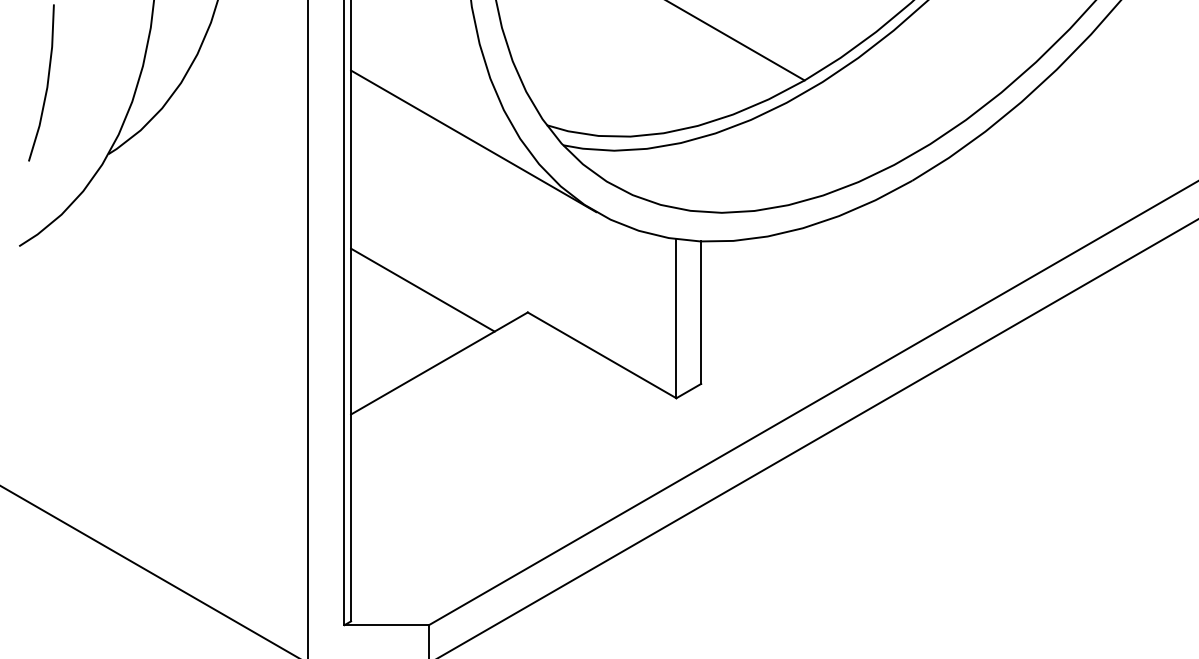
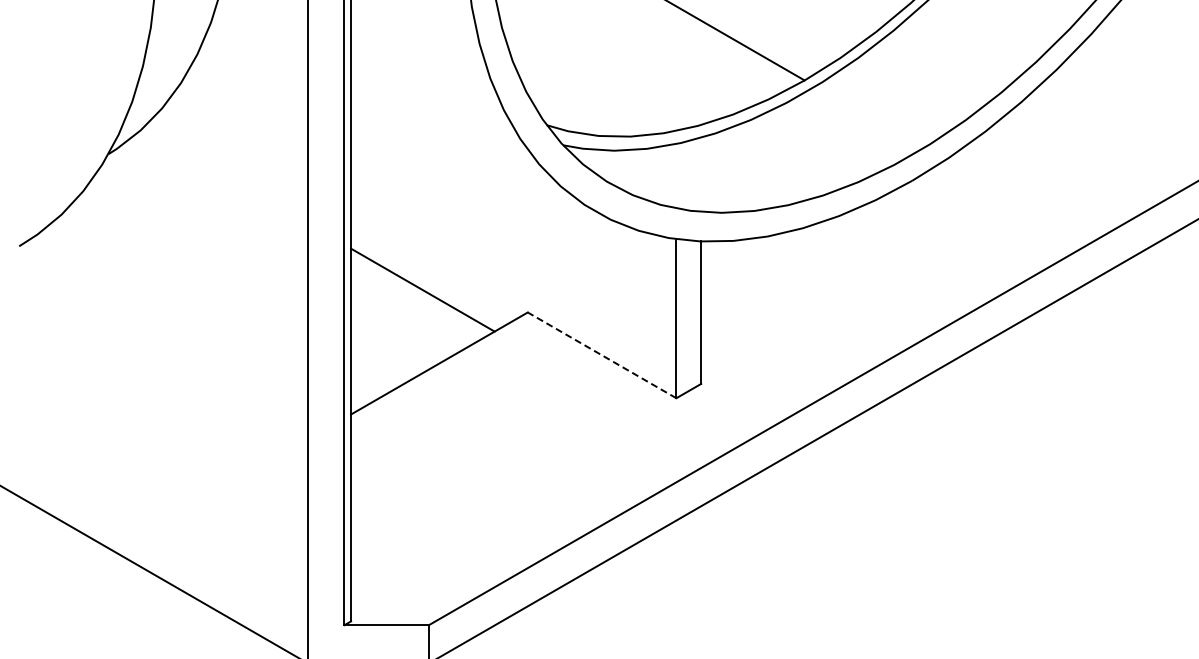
line at (46, 83): present -> none
line at (473, 141): present -> none
line at (602, 355): solid -> dashed
